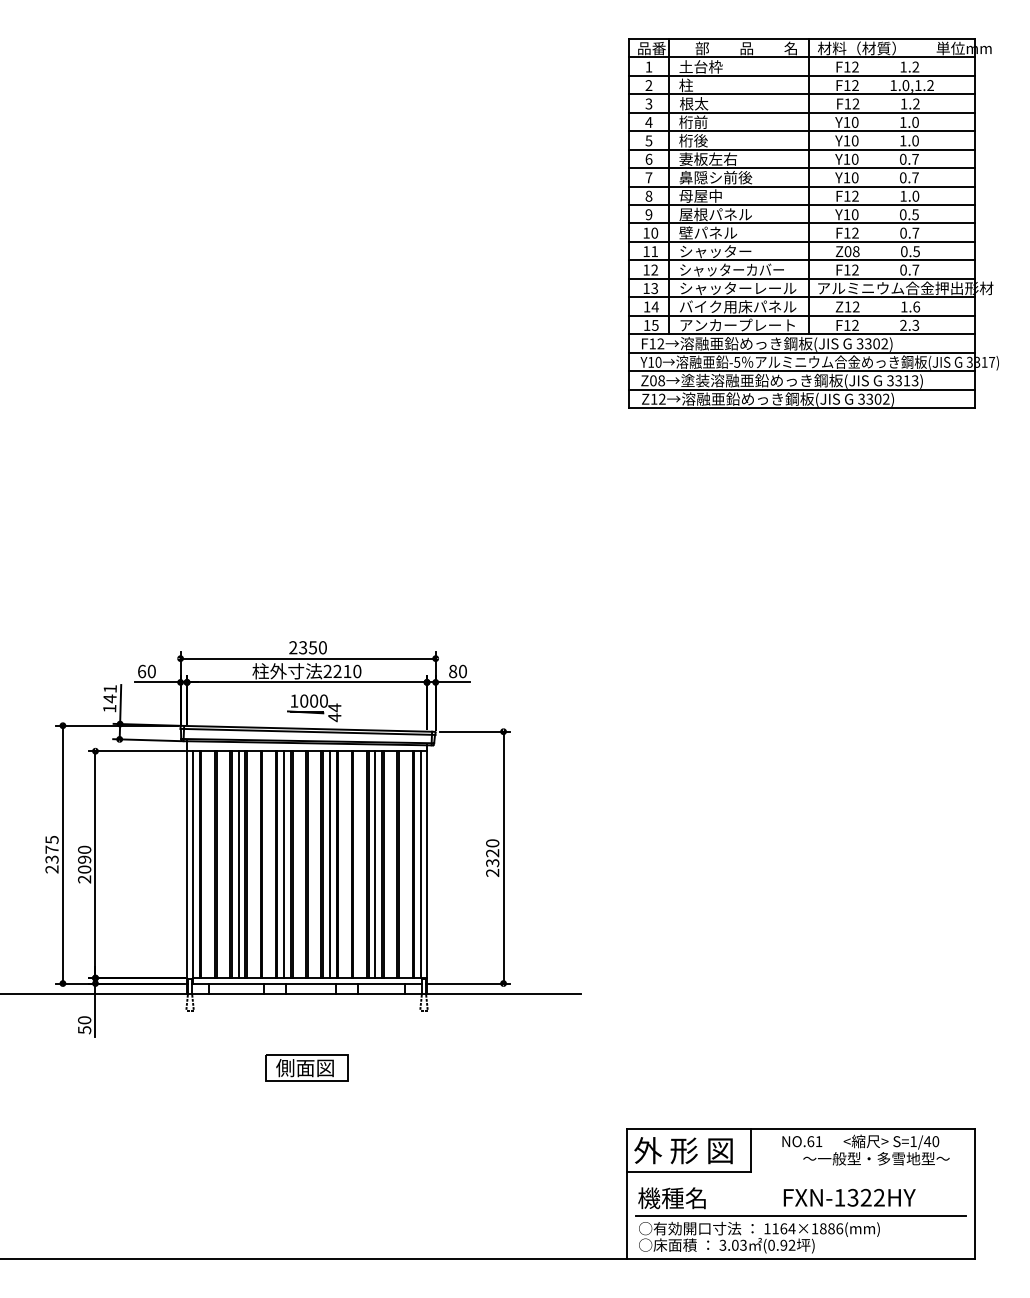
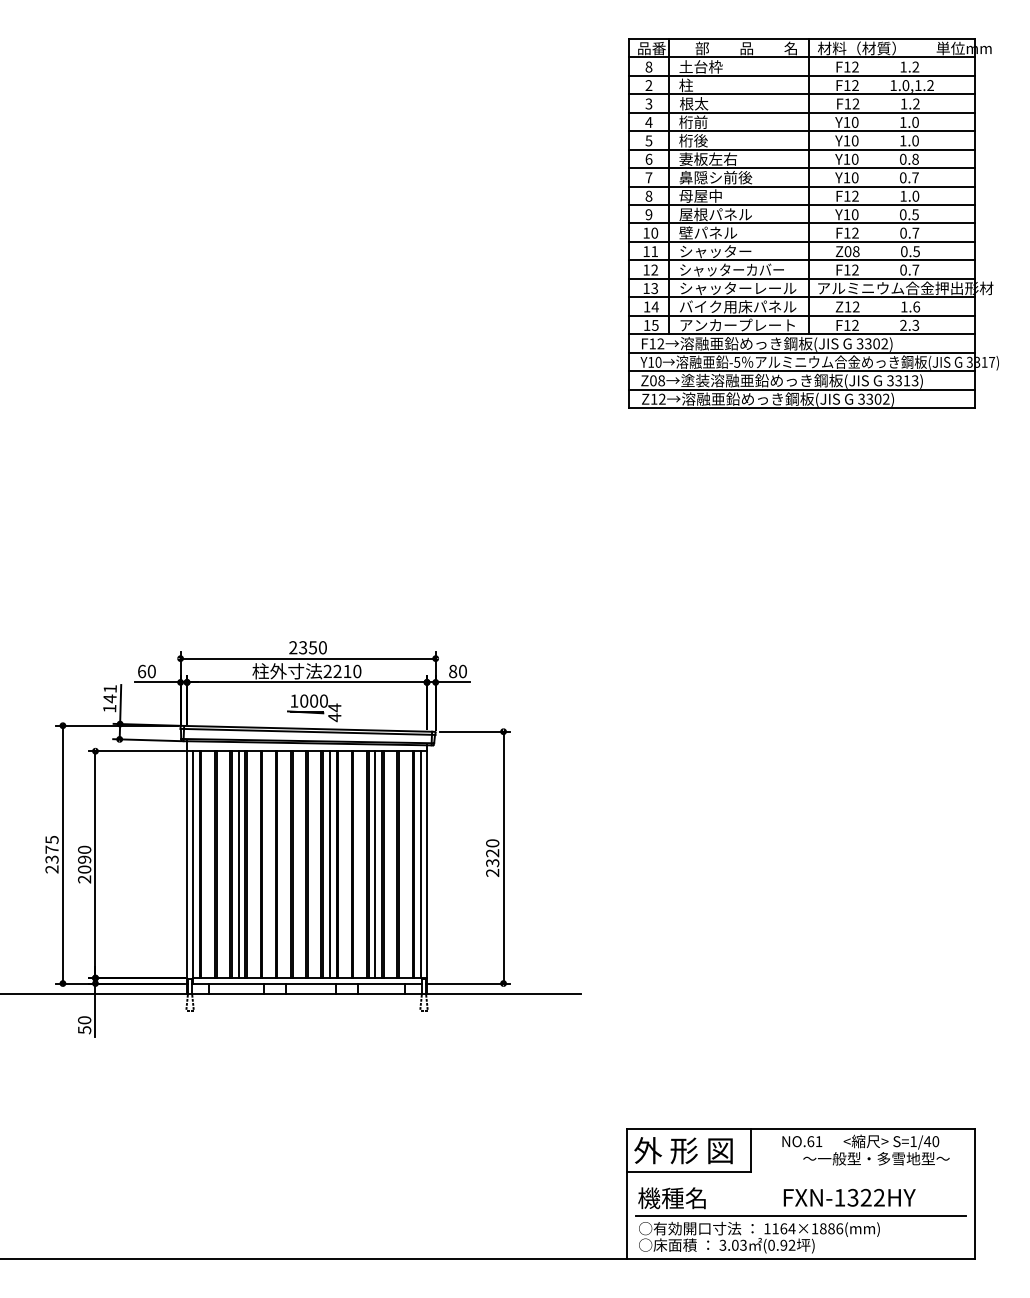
text at (648, 66): 1 -> 8
text at (915, 158): 0.7 -> 0.8
line at (284, 864): present -> none
part at (306, 1067): present -> none
